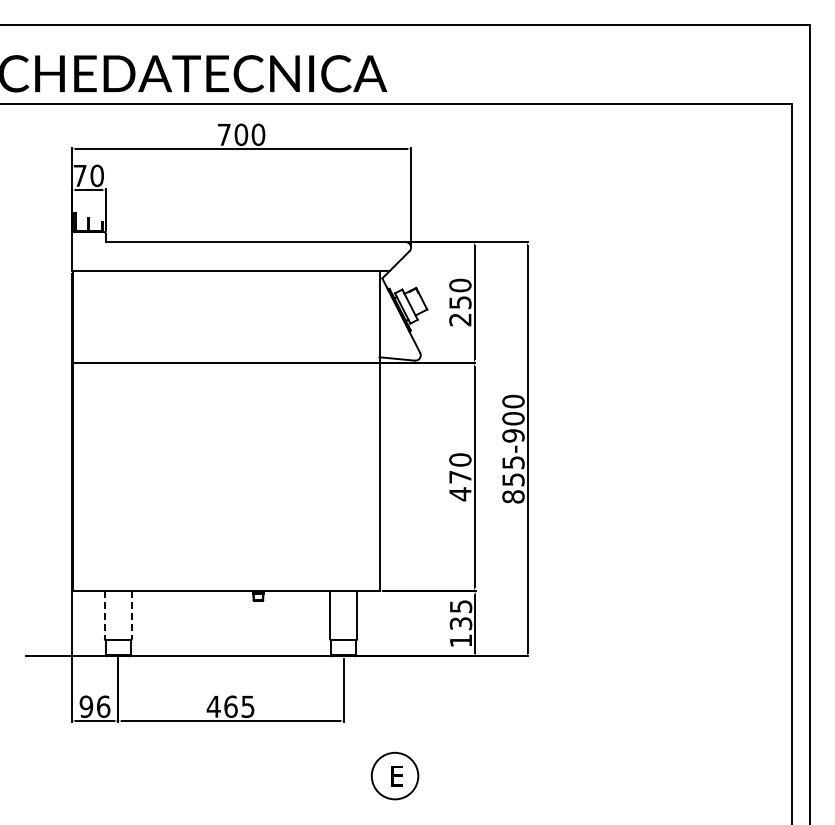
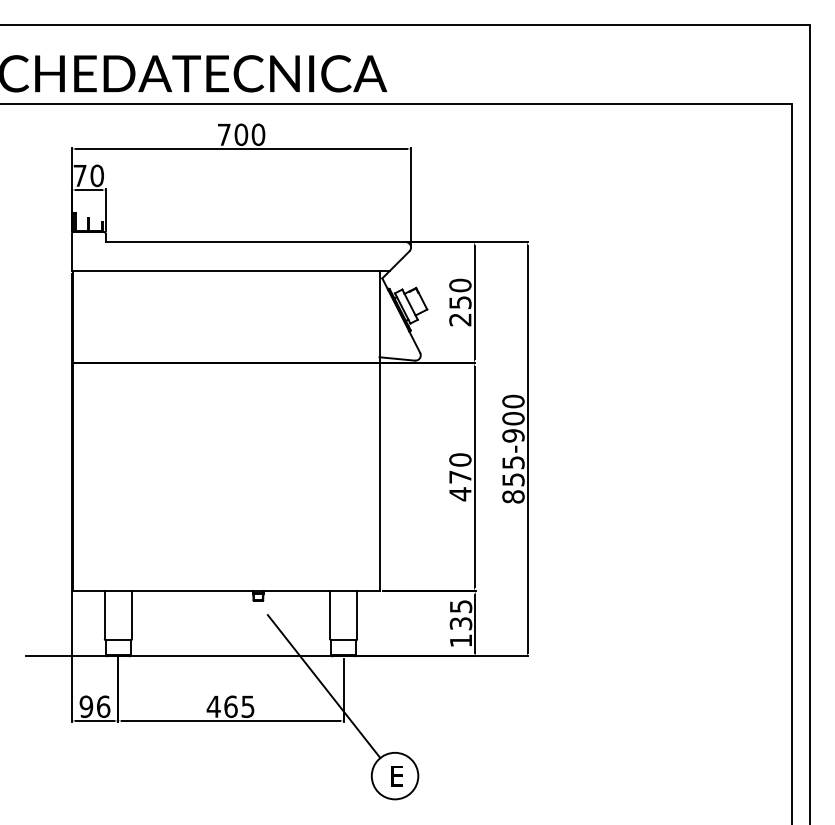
line at (104, 615): dashed -> solid
line at (131, 615): dashed -> solid
line at (323, 686): none -> present
